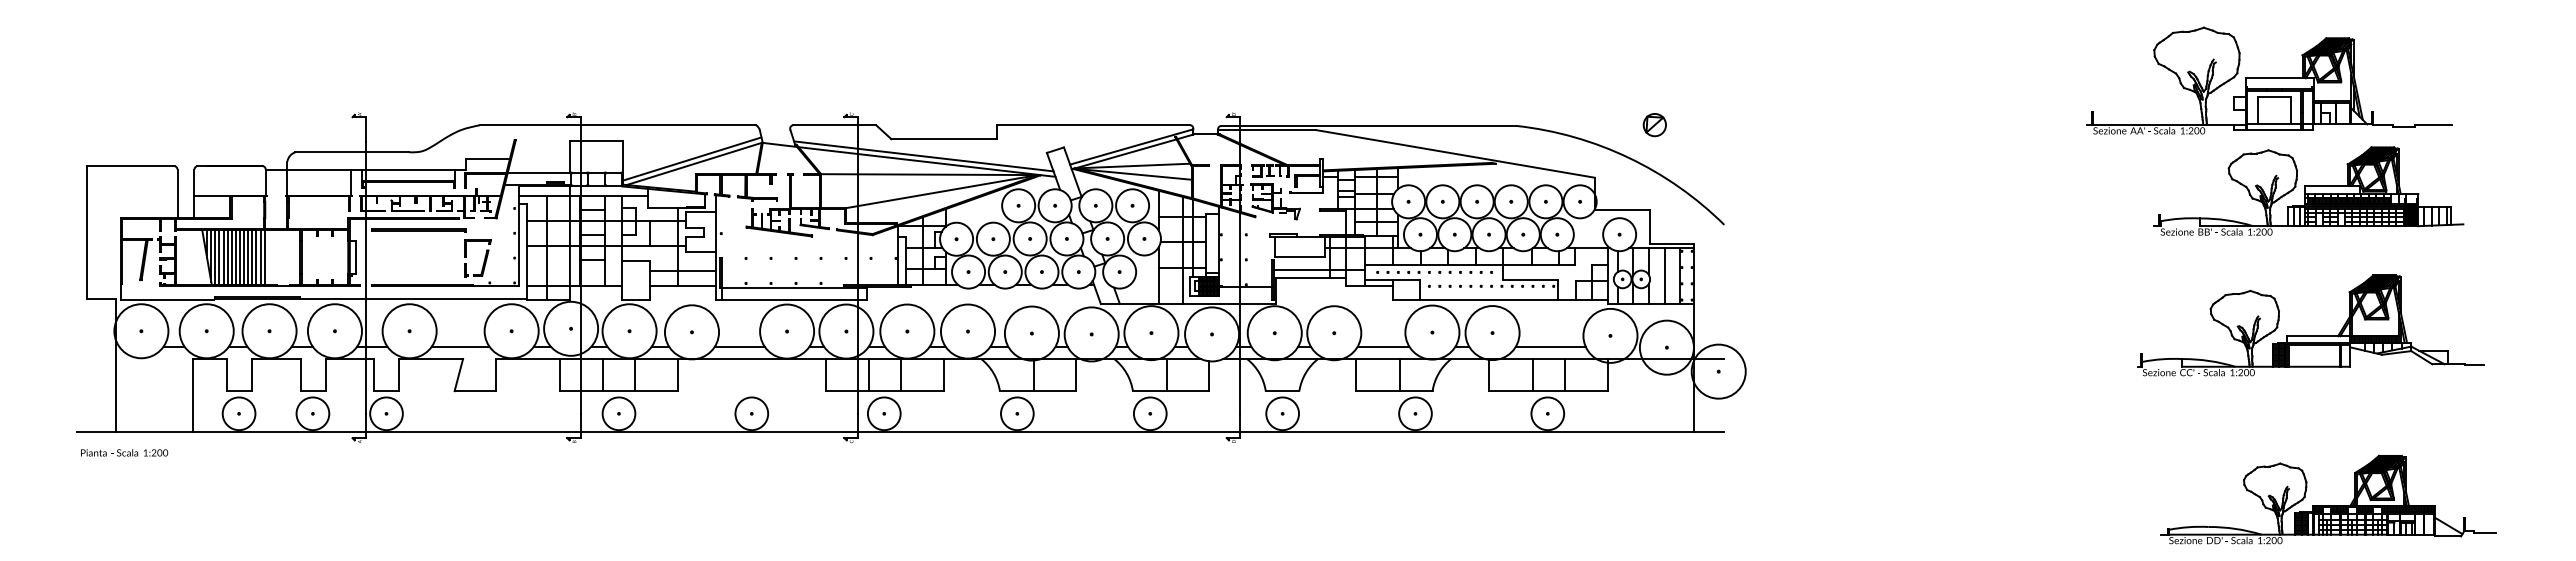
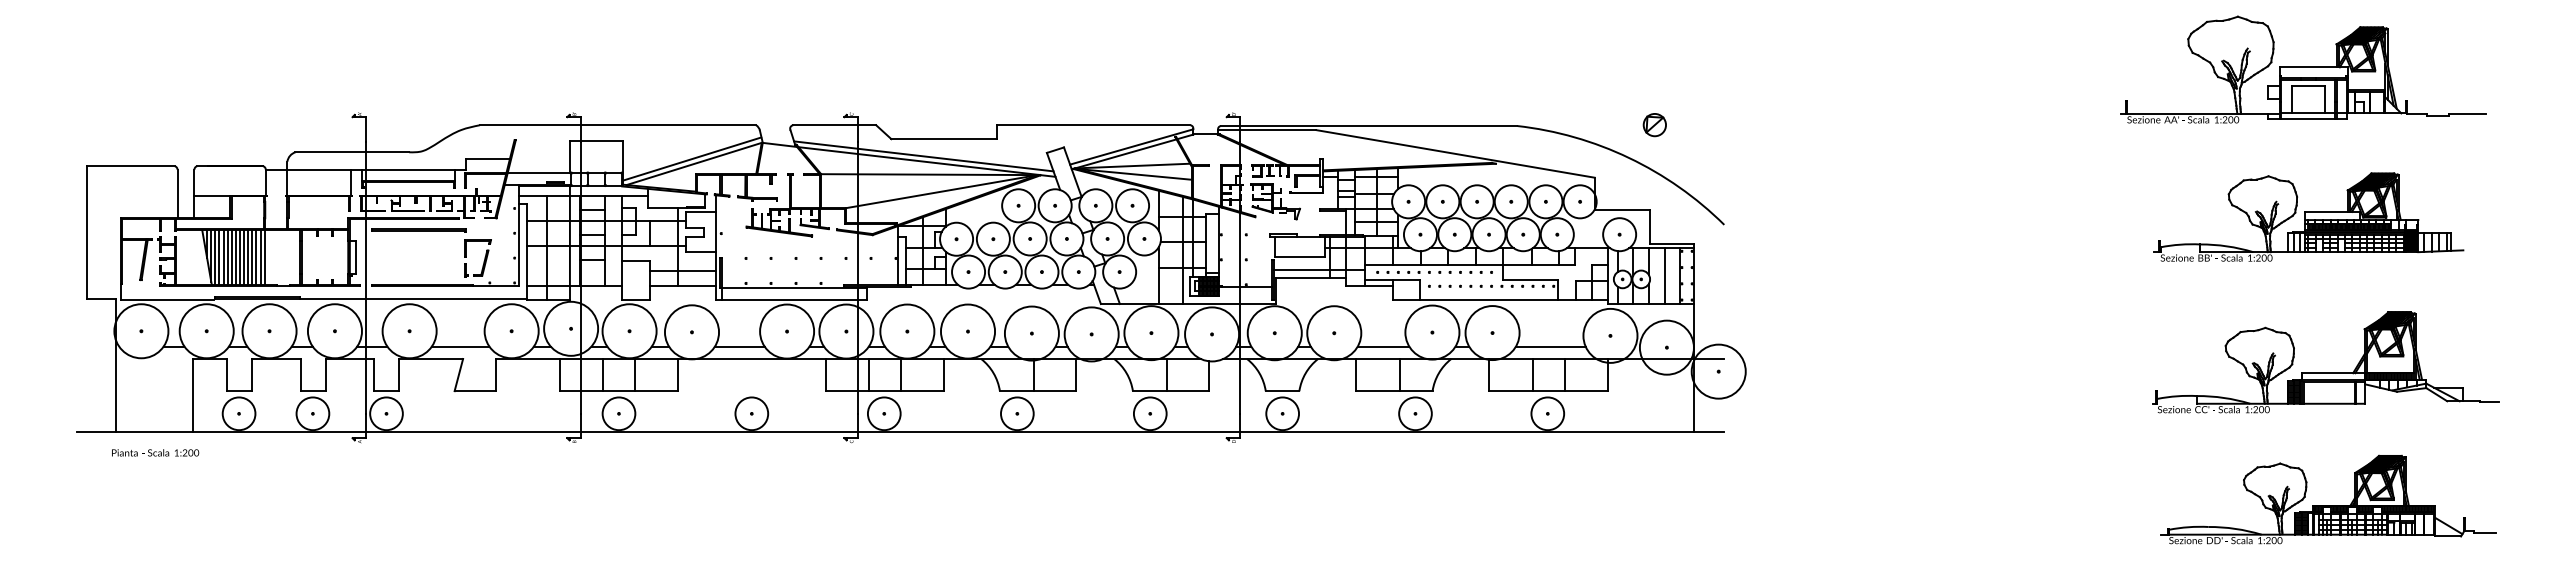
part at (2269, 80) position: (2269, 80) -> (2303, 69)
part at (2308, 190) position: (2308, 190) -> (2308, 216)
part at (2310, 335) position: (2310, 335) -> (2325, 372)
text at (124, 452) position: (124, 452) -> (155, 452)
